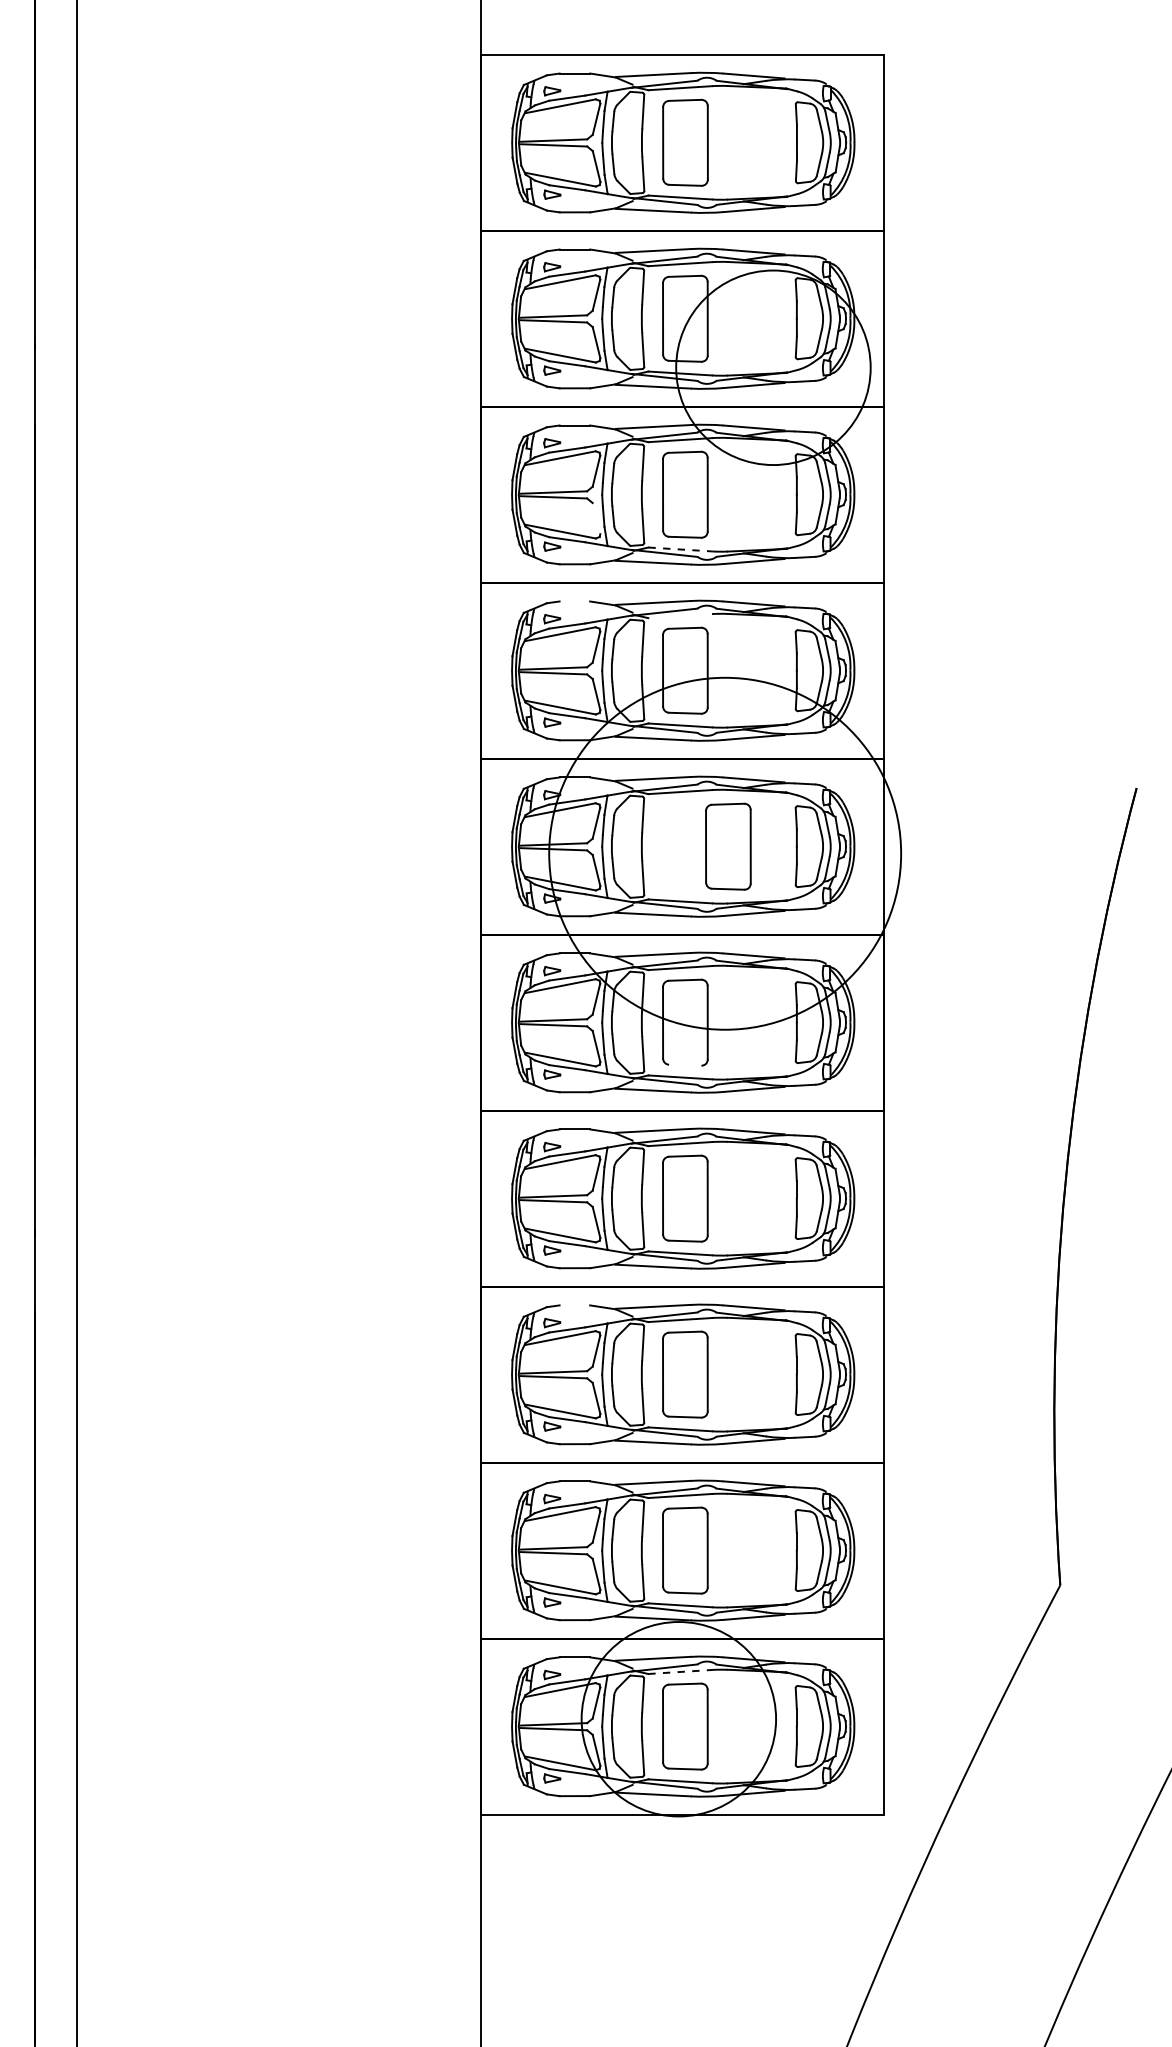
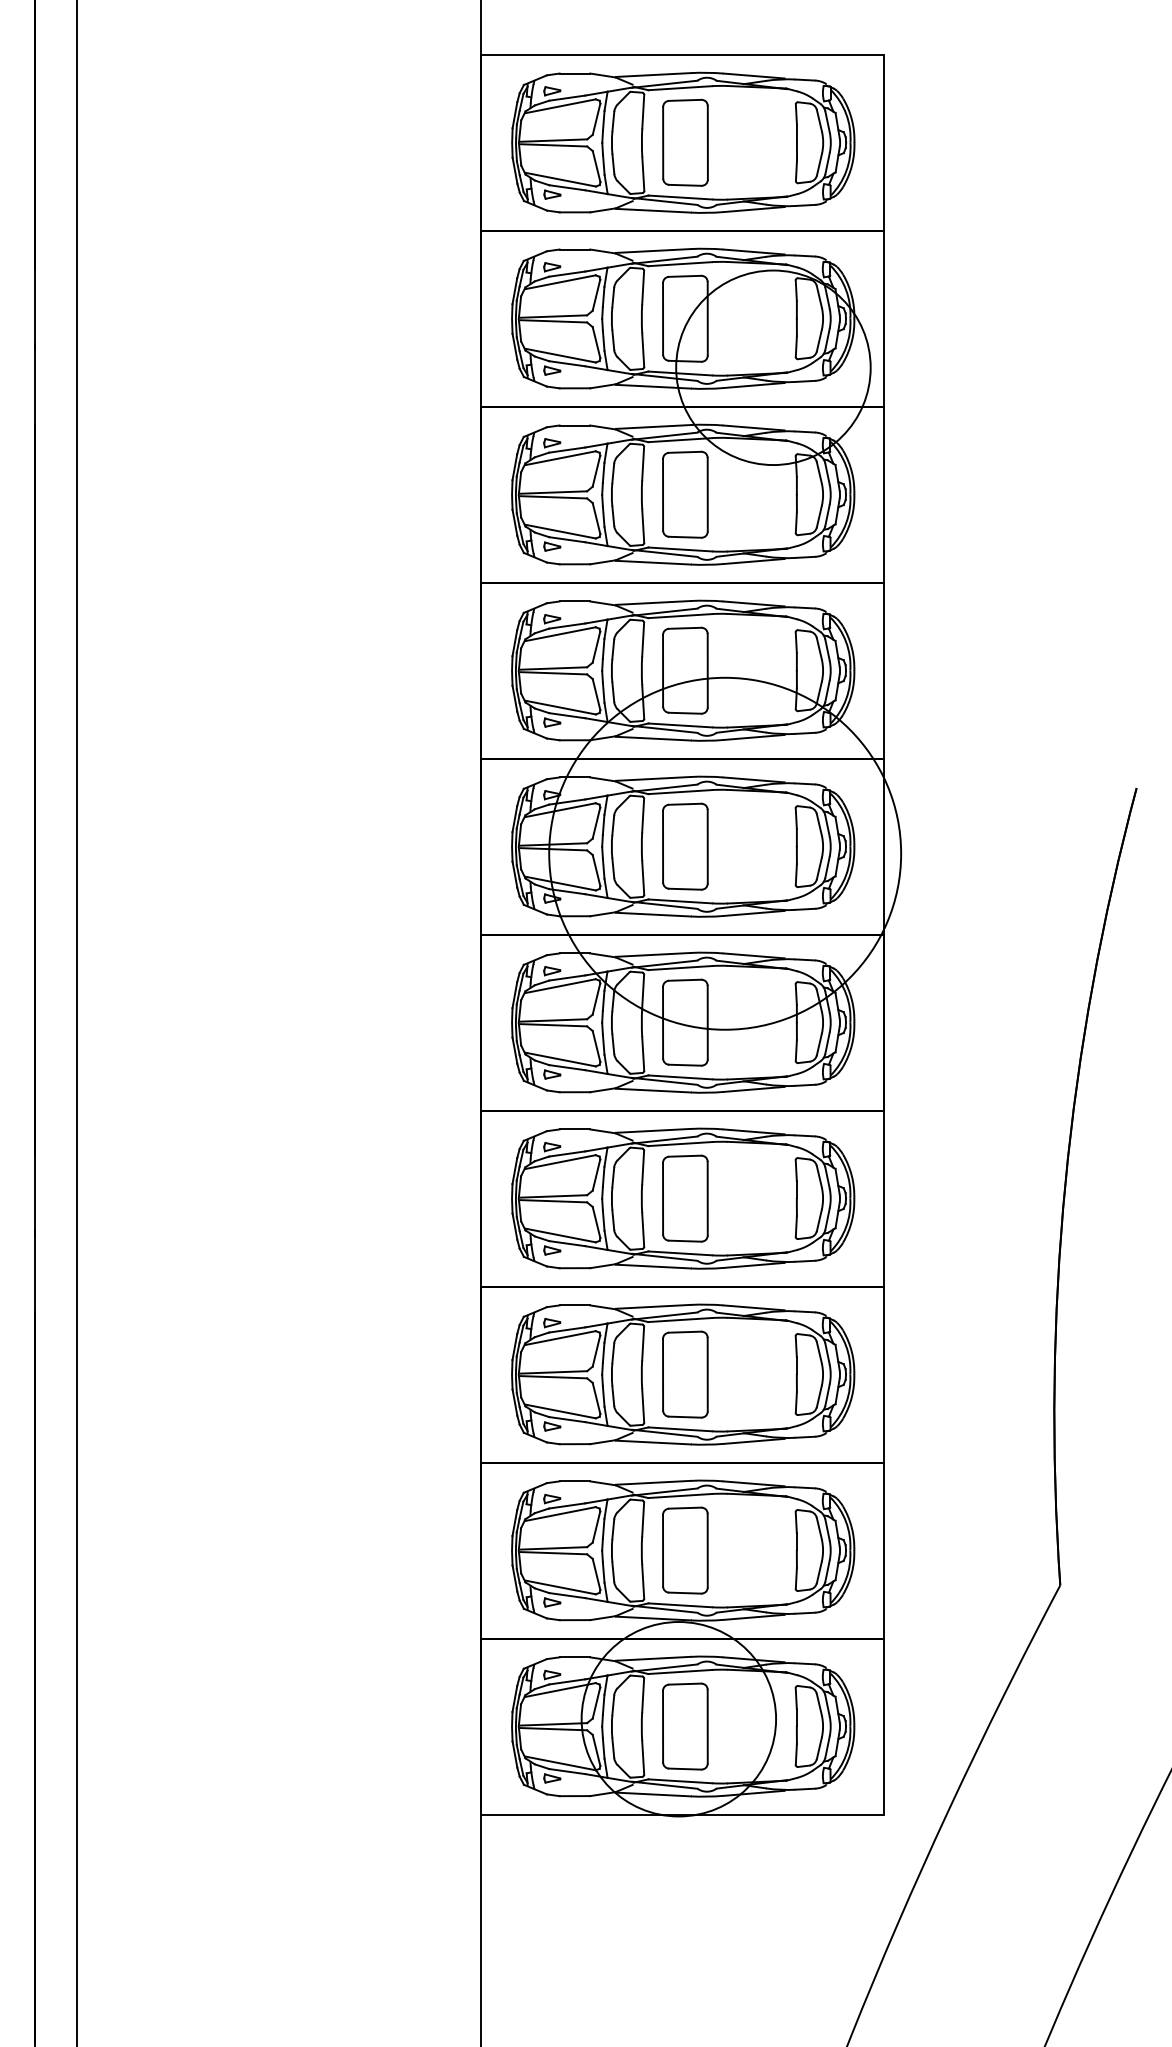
line at (596, 518): none -> present
line at (680, 549): dashed -> solid
line at (574, 601): none -> present
line at (680, 616): none -> present
part at (728, 846) position: (728, 846) -> (685, 846)
line at (685, 1064): none -> present
line at (574, 1305): none -> present
line at (680, 1671): dashed -> solid
